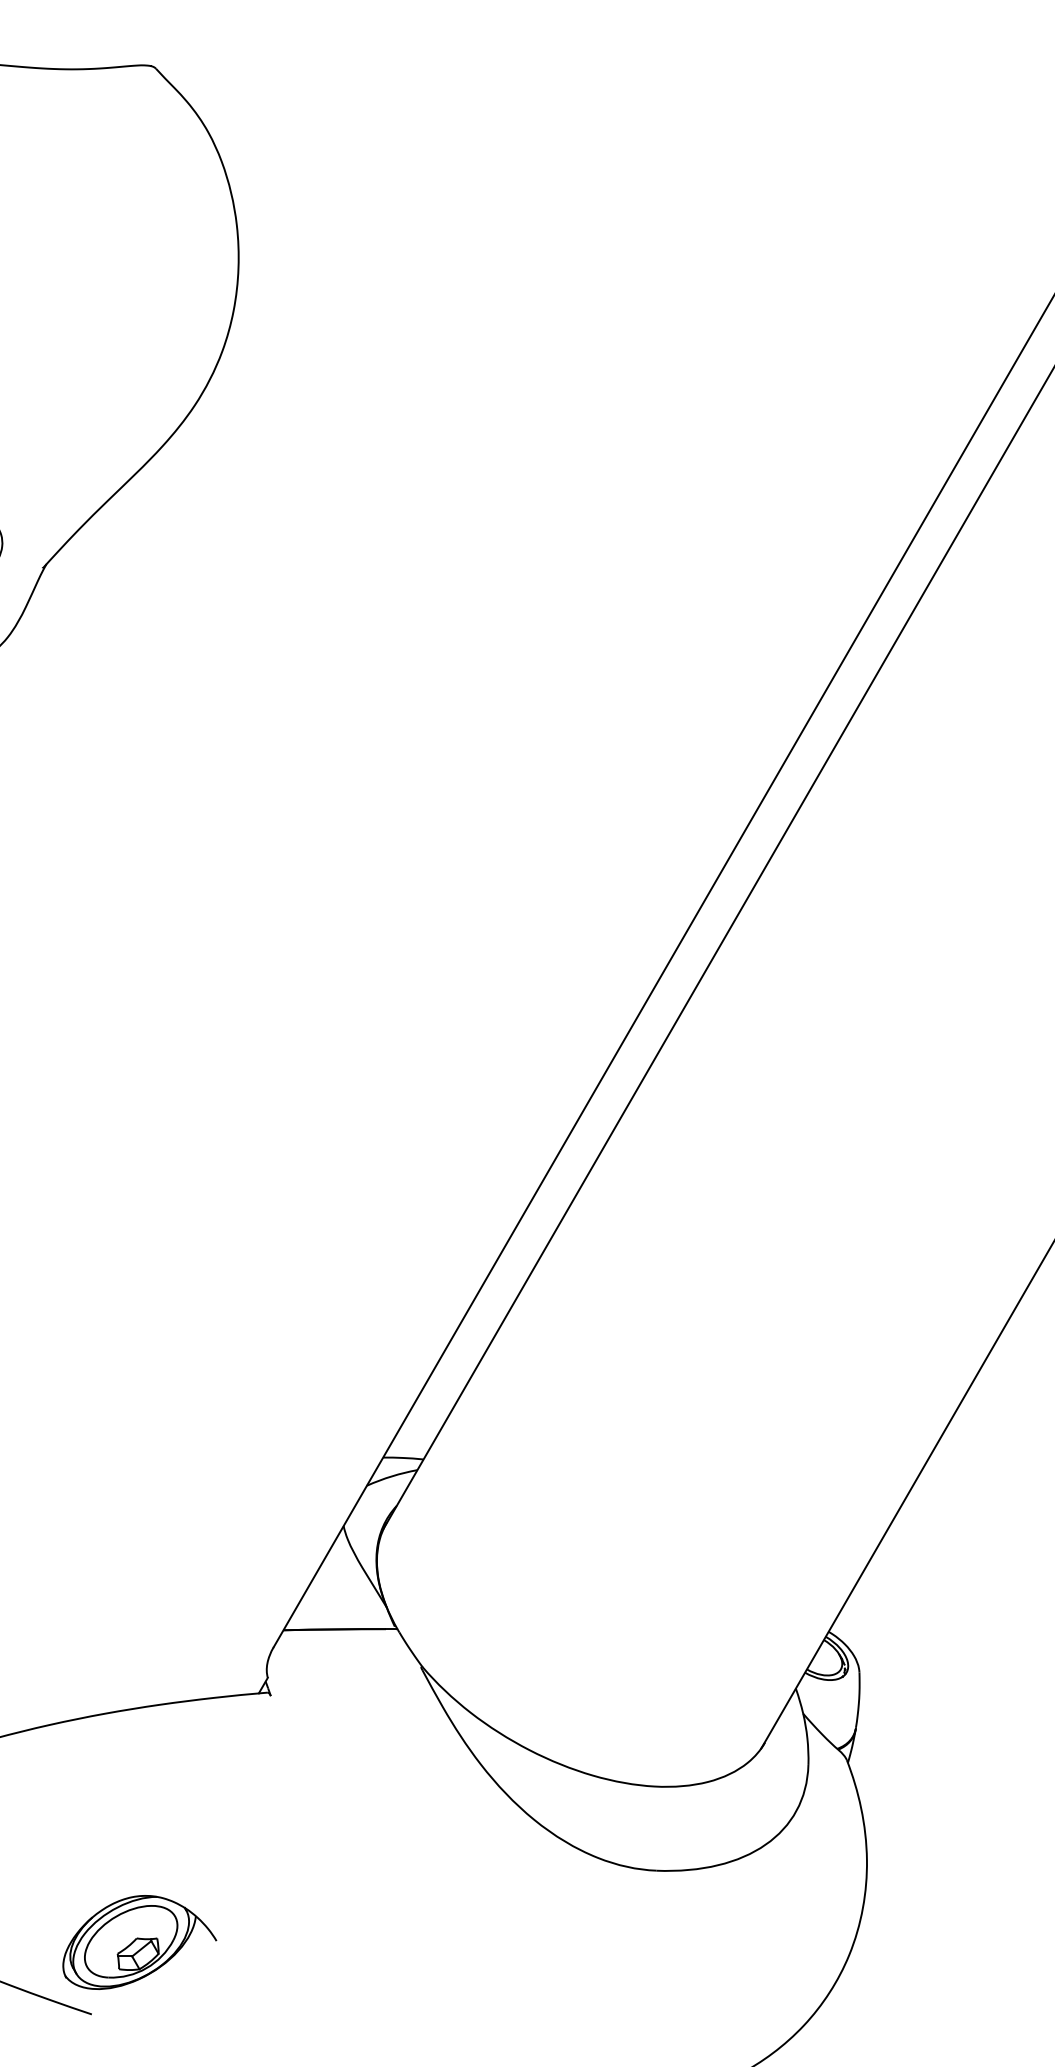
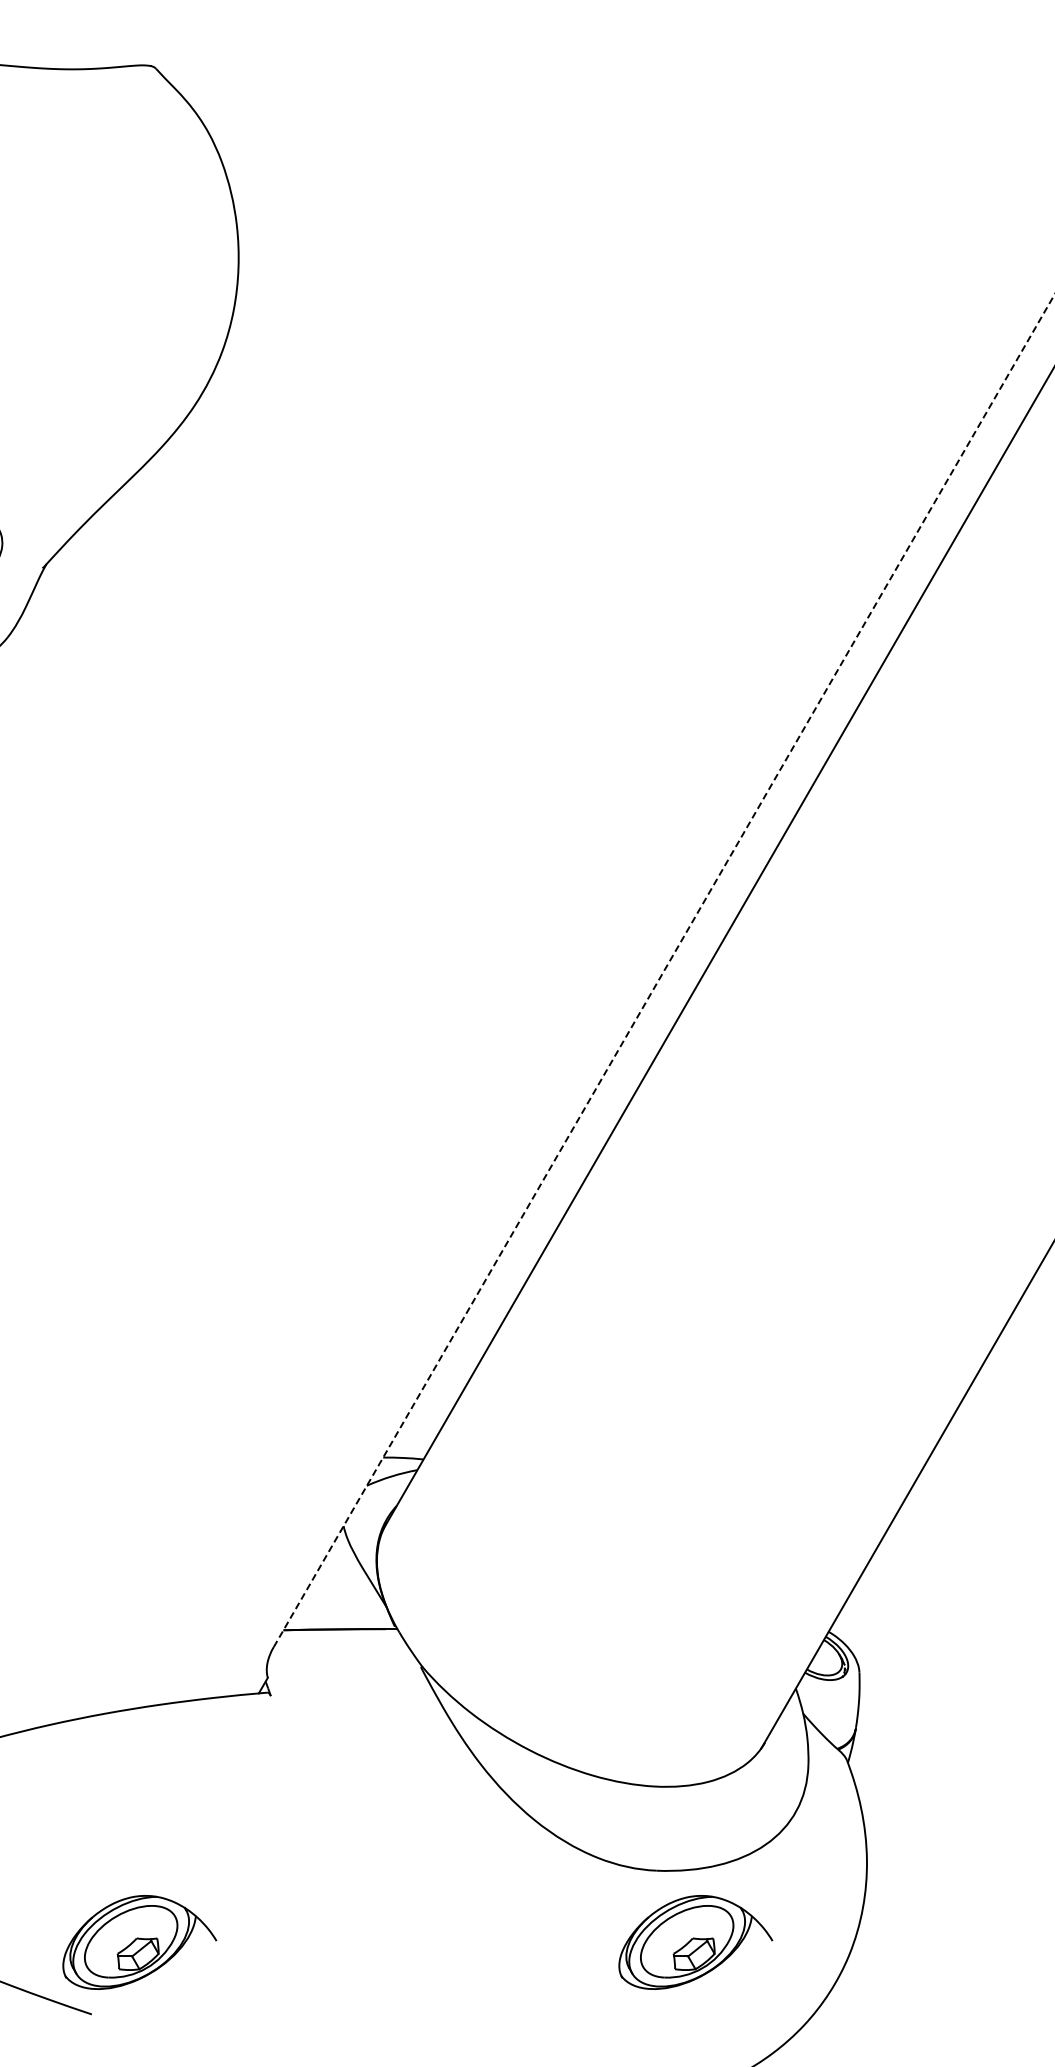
line at (664, 970): solid -> dashed
part at (695, 1942): none -> present
